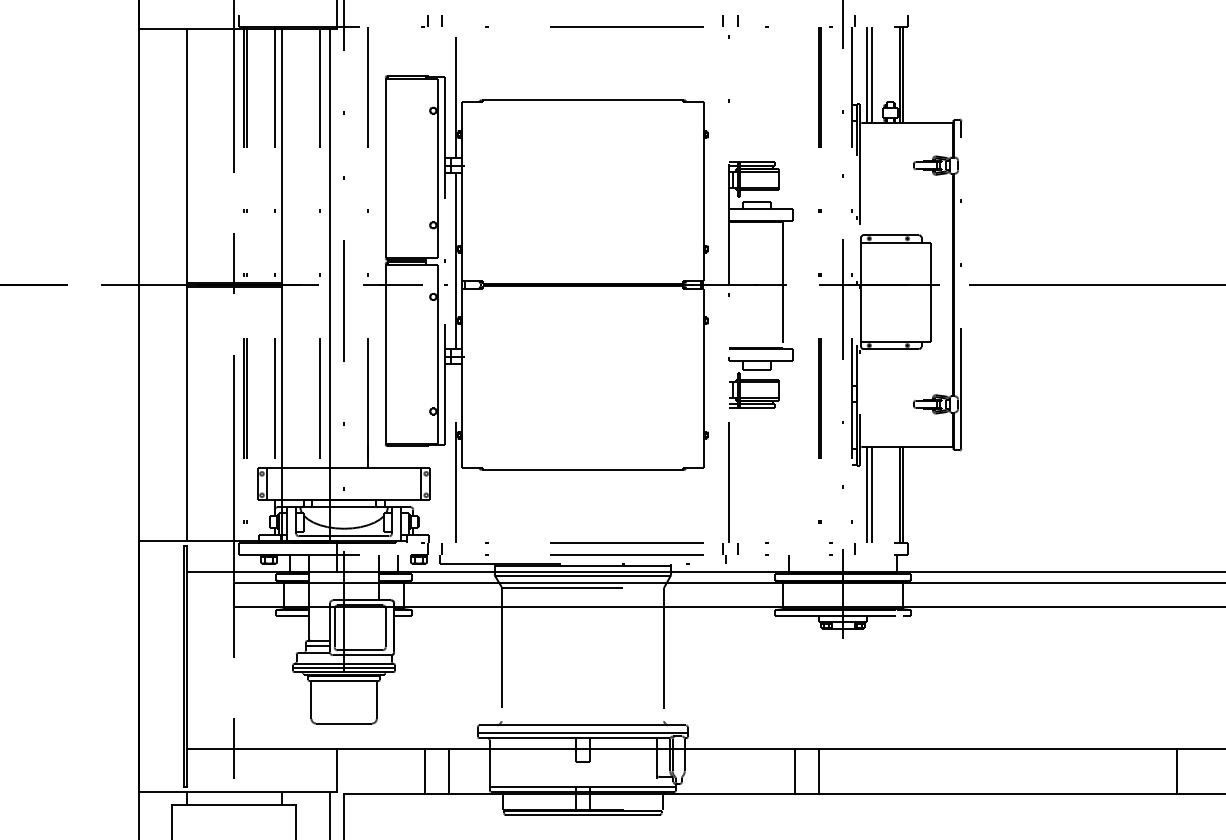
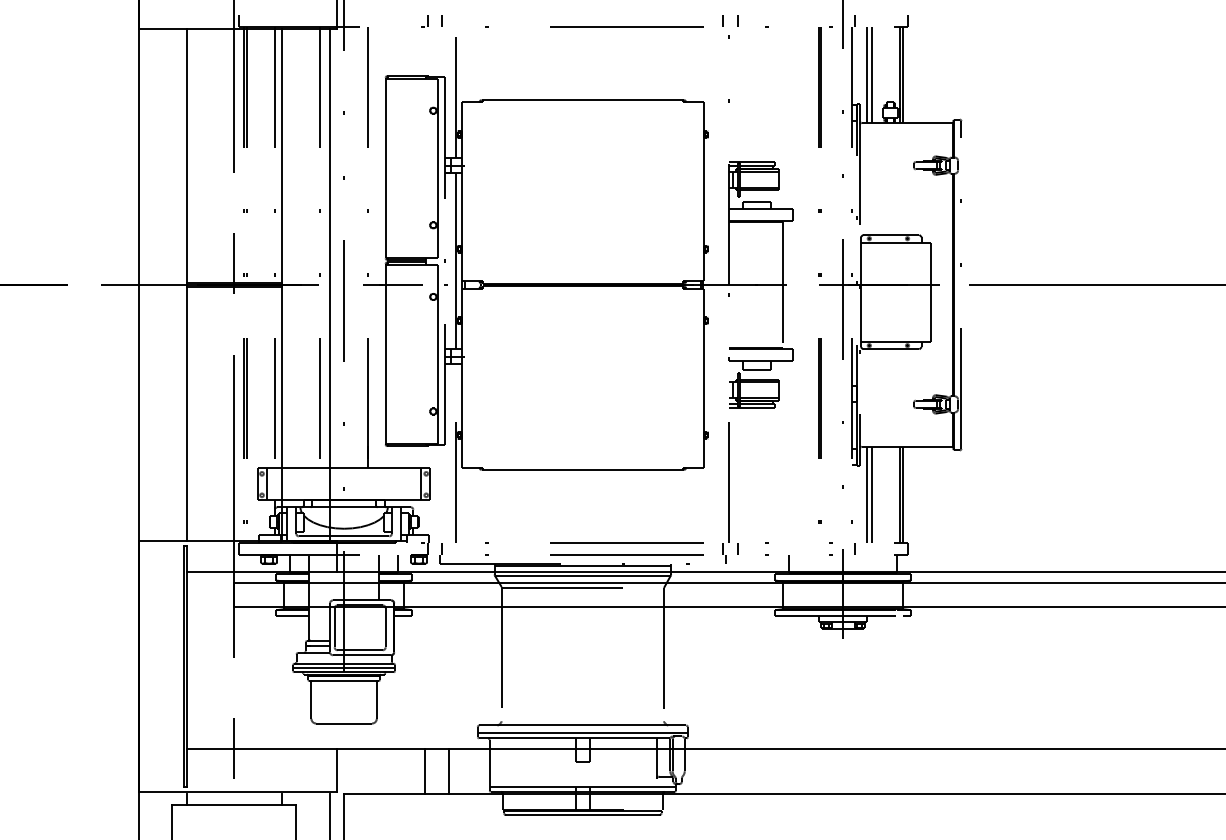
line at (795, 771): present -> none
line at (819, 771): present -> none
line at (1177, 771): present -> none
